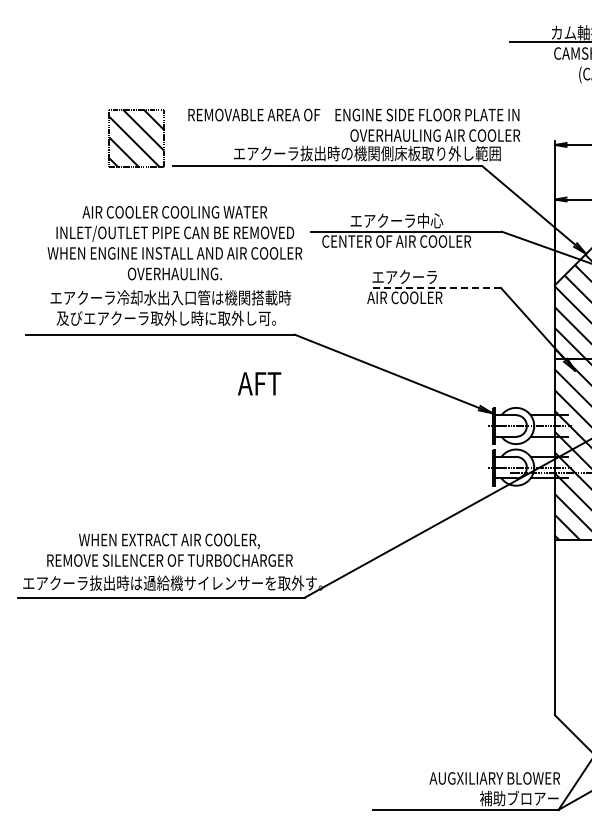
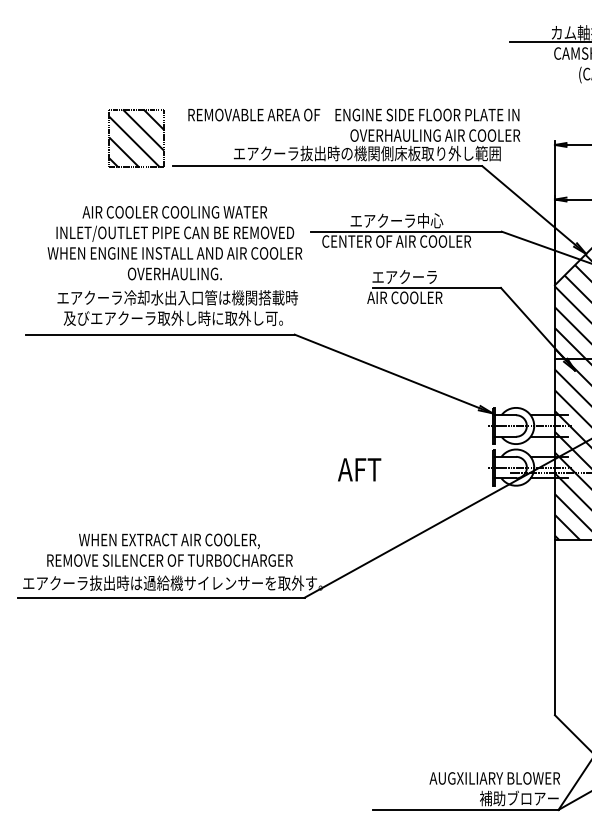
line at (437, 287): dashed -> solid
text at (170, 307) position: (170, 307) -> (177, 307)
text at (259, 383) position: (259, 383) -> (359, 469)
